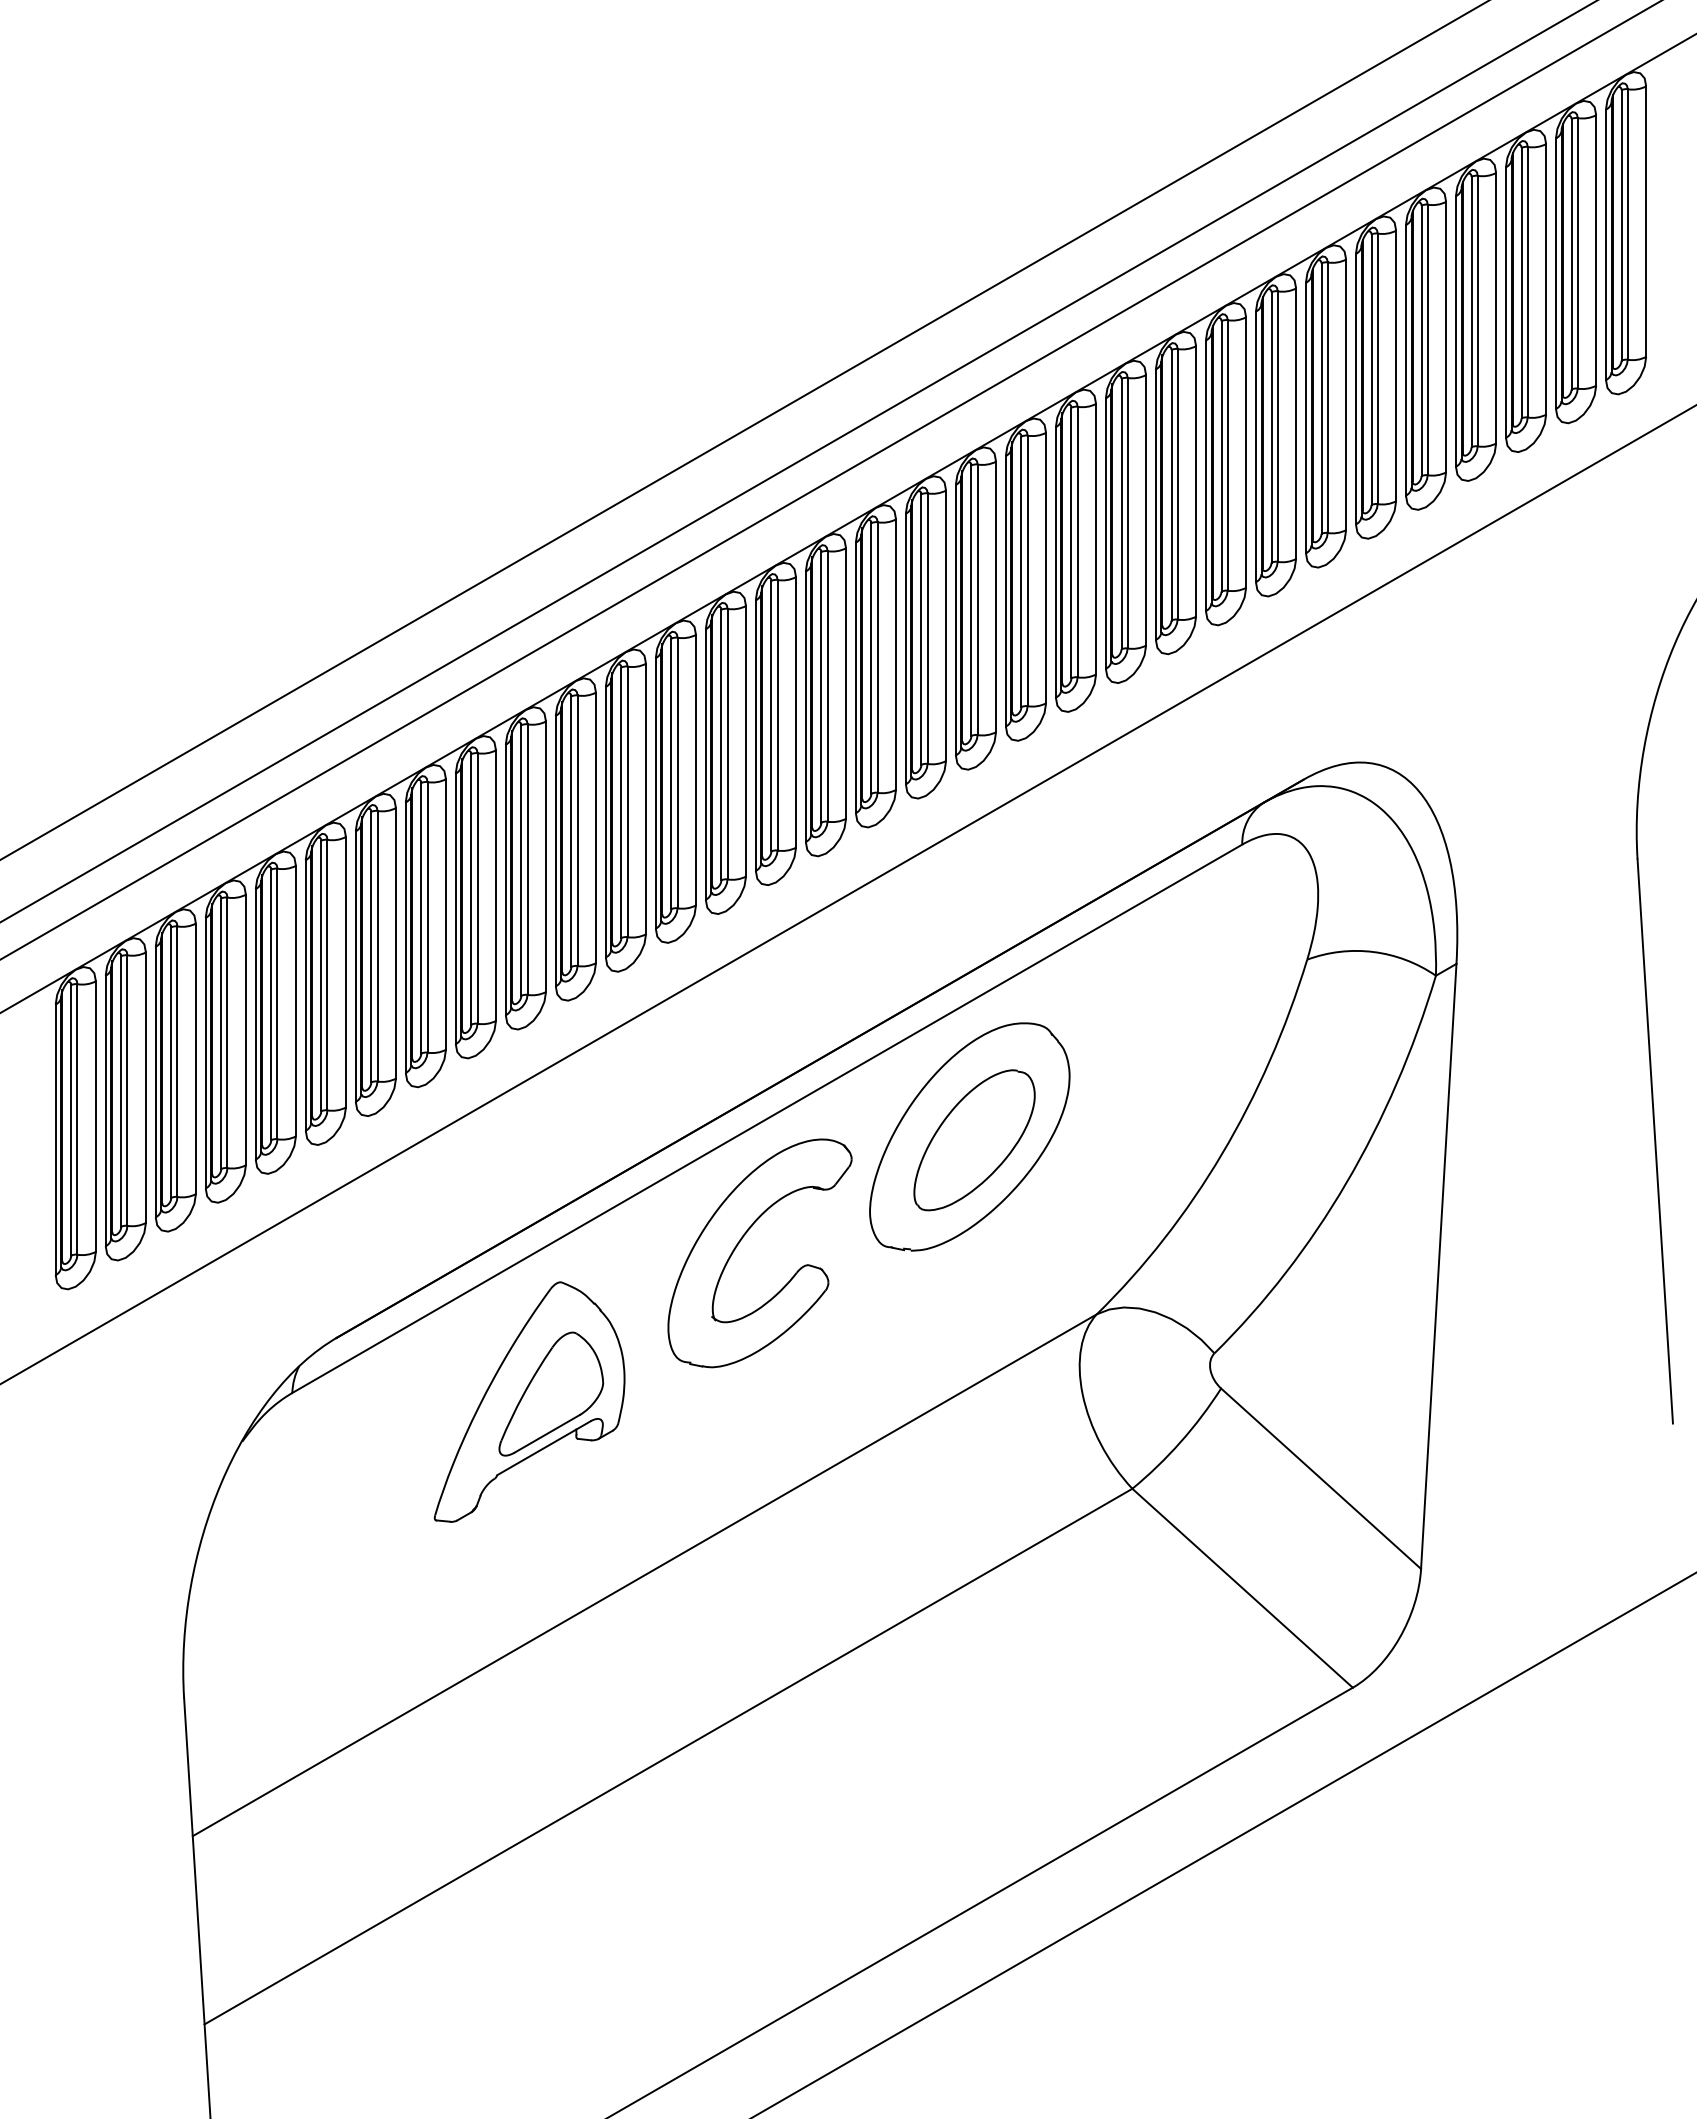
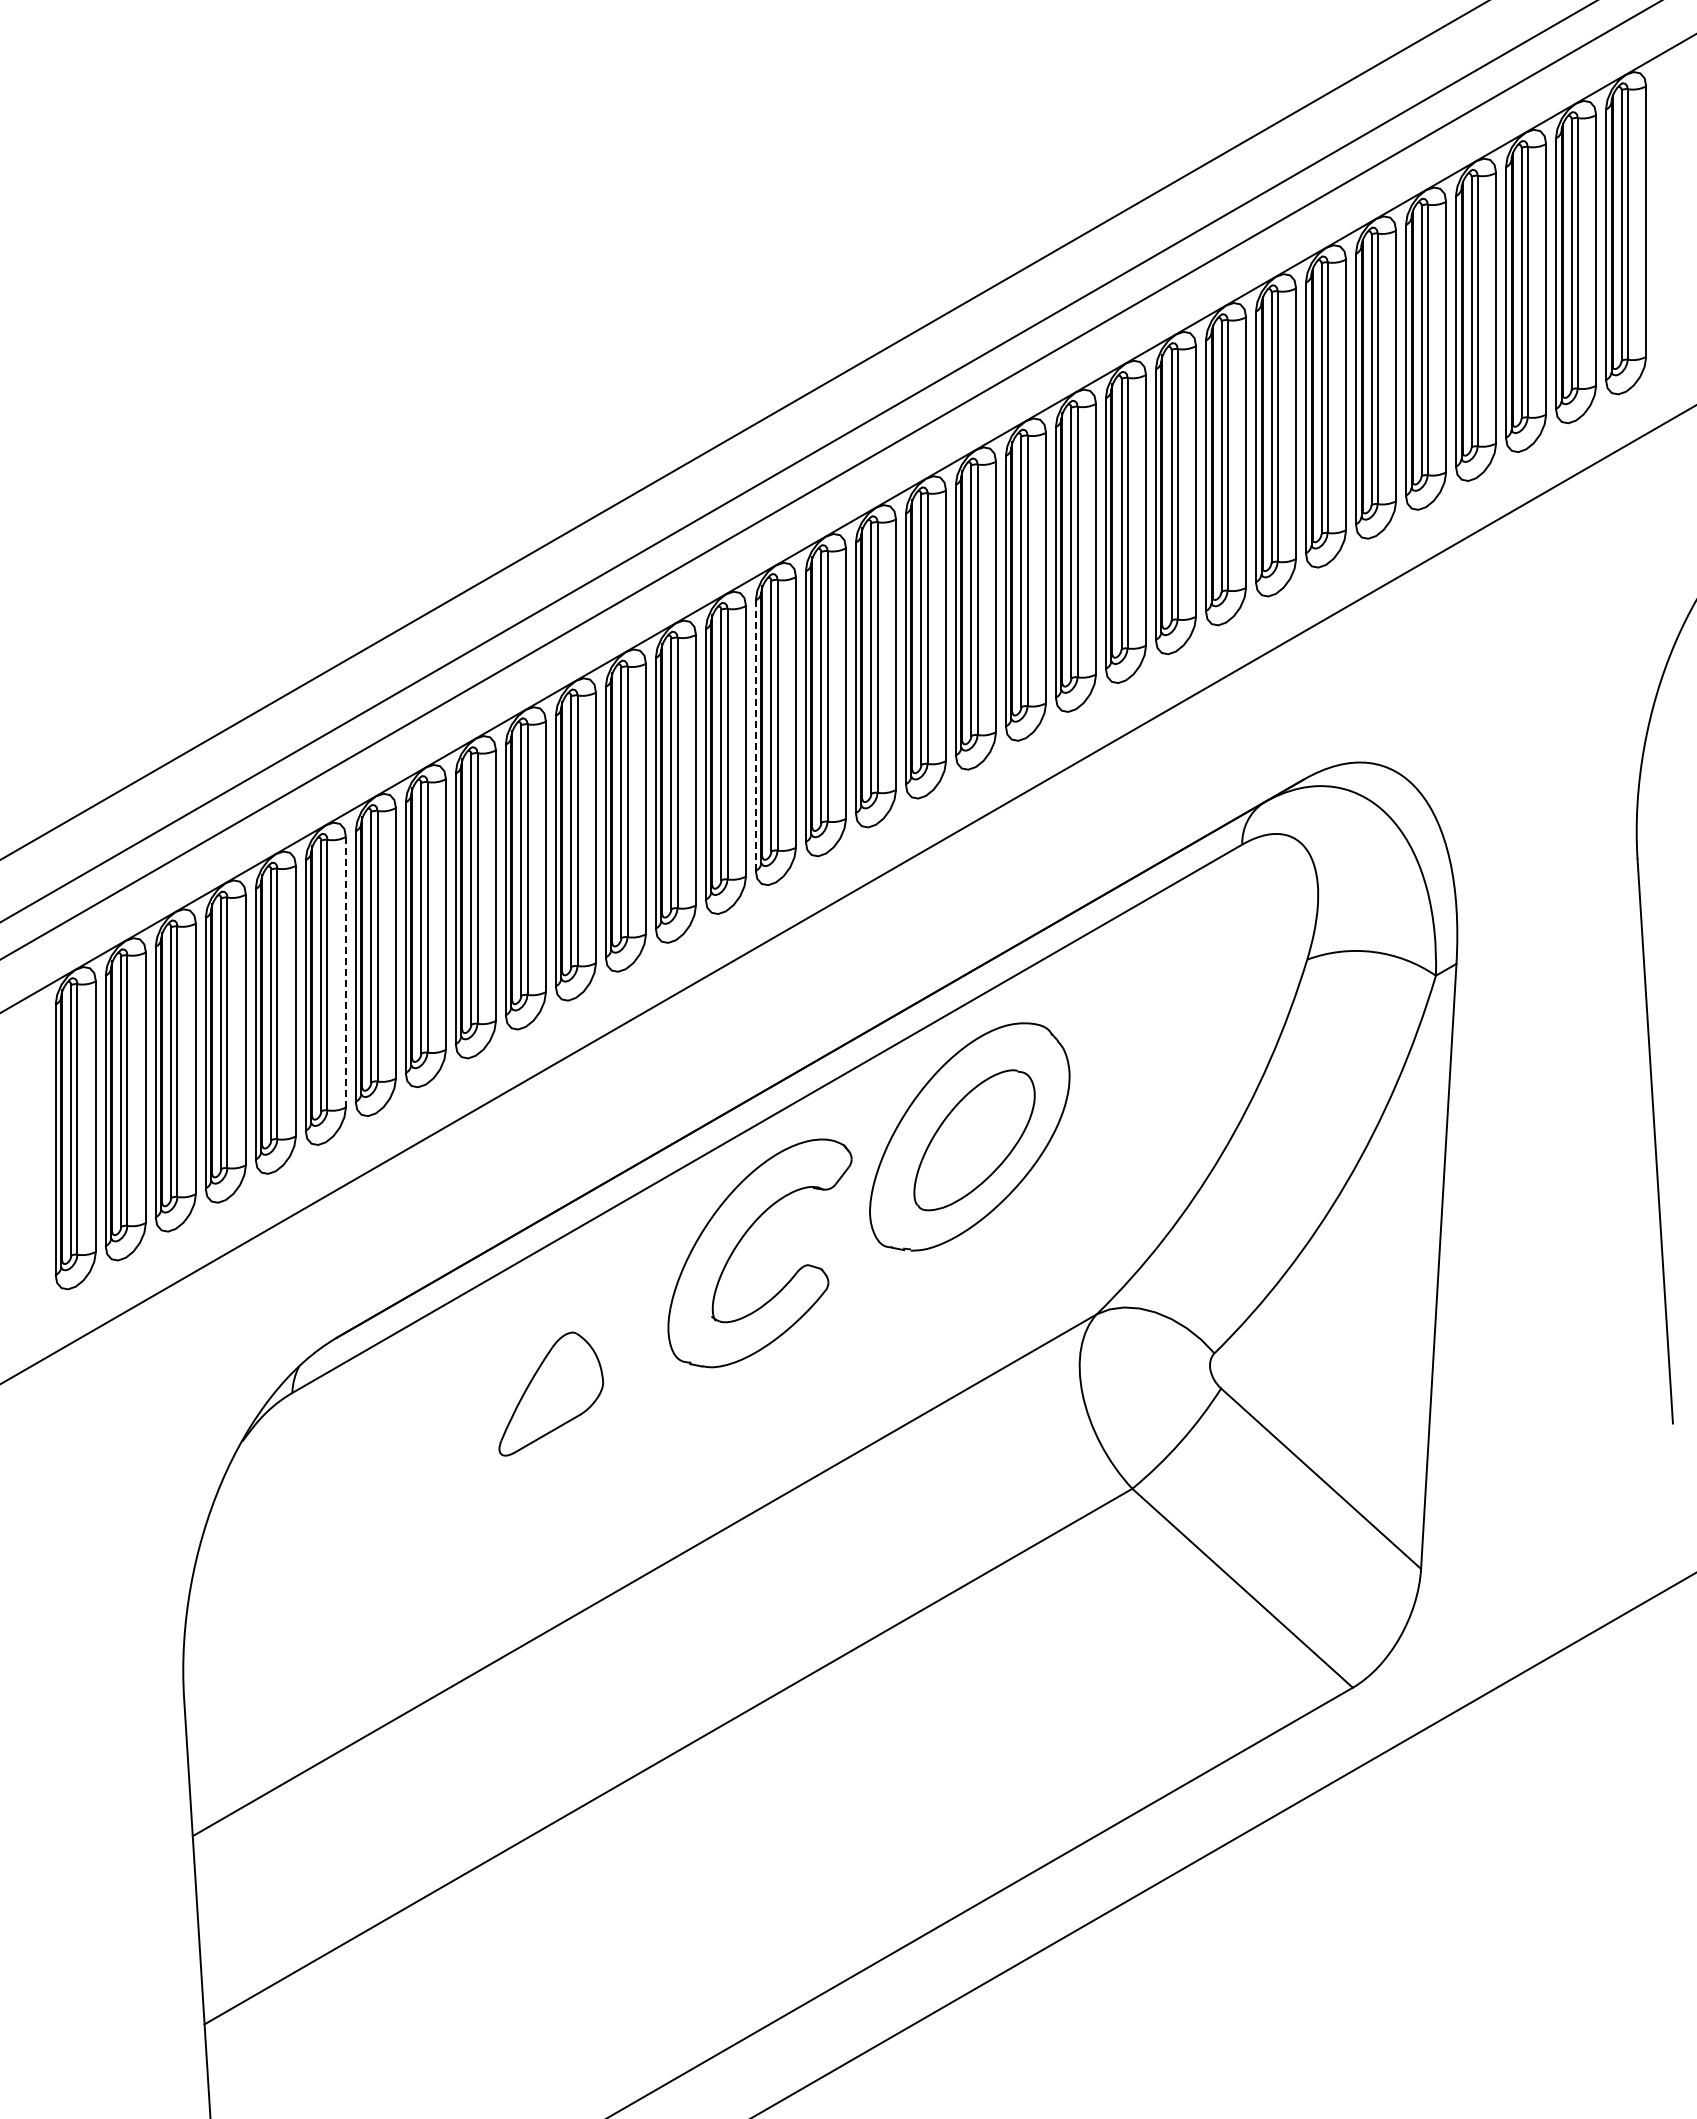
line at (755, 735): solid -> dashed
line at (345, 972): solid -> dashed
part at (529, 1401): present -> none
